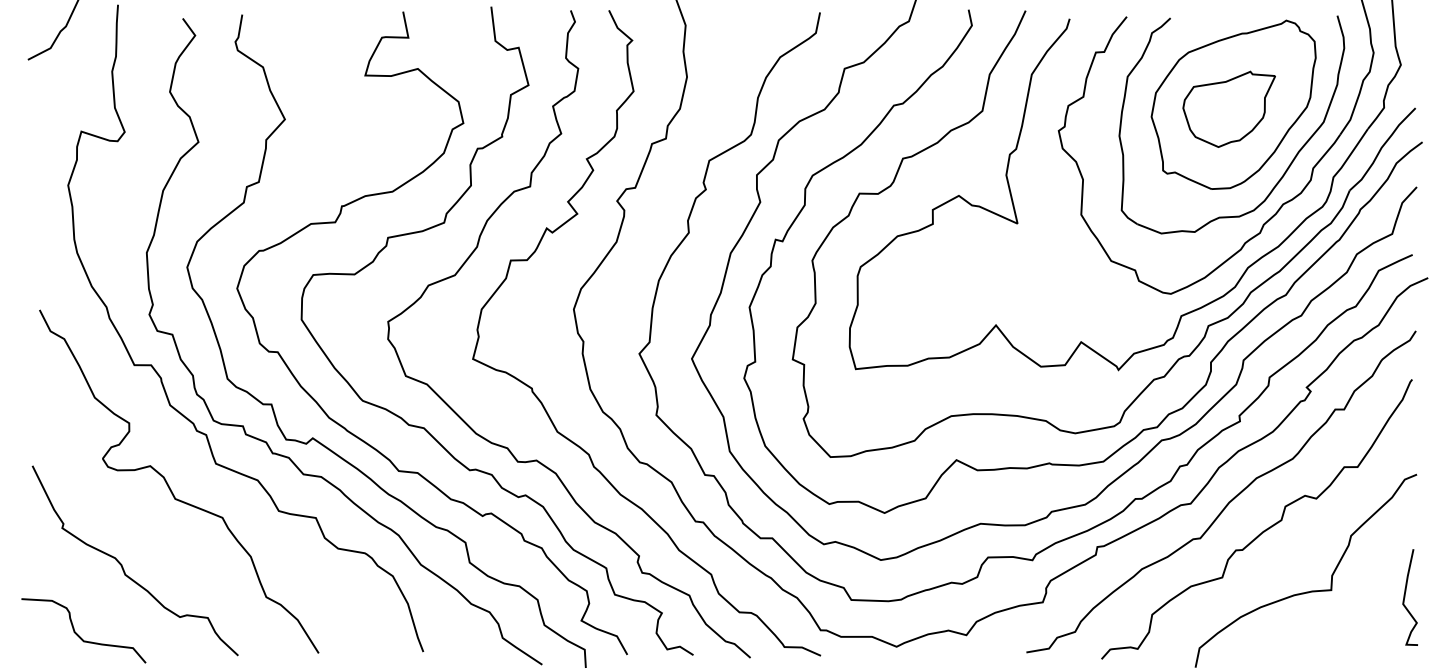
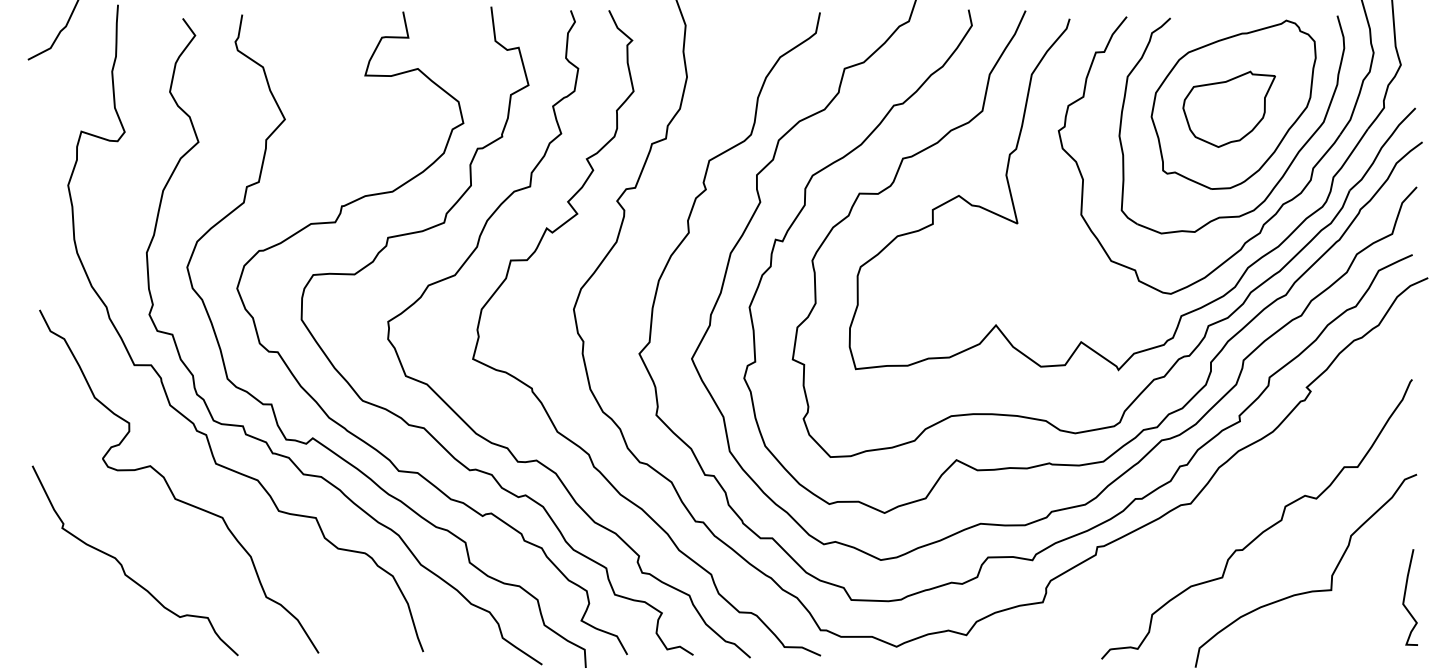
curve at (1230, 500): present -> none
curve at (78, 634): present -> none
